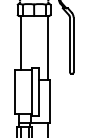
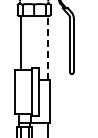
line at (47, 47): solid -> dashed
